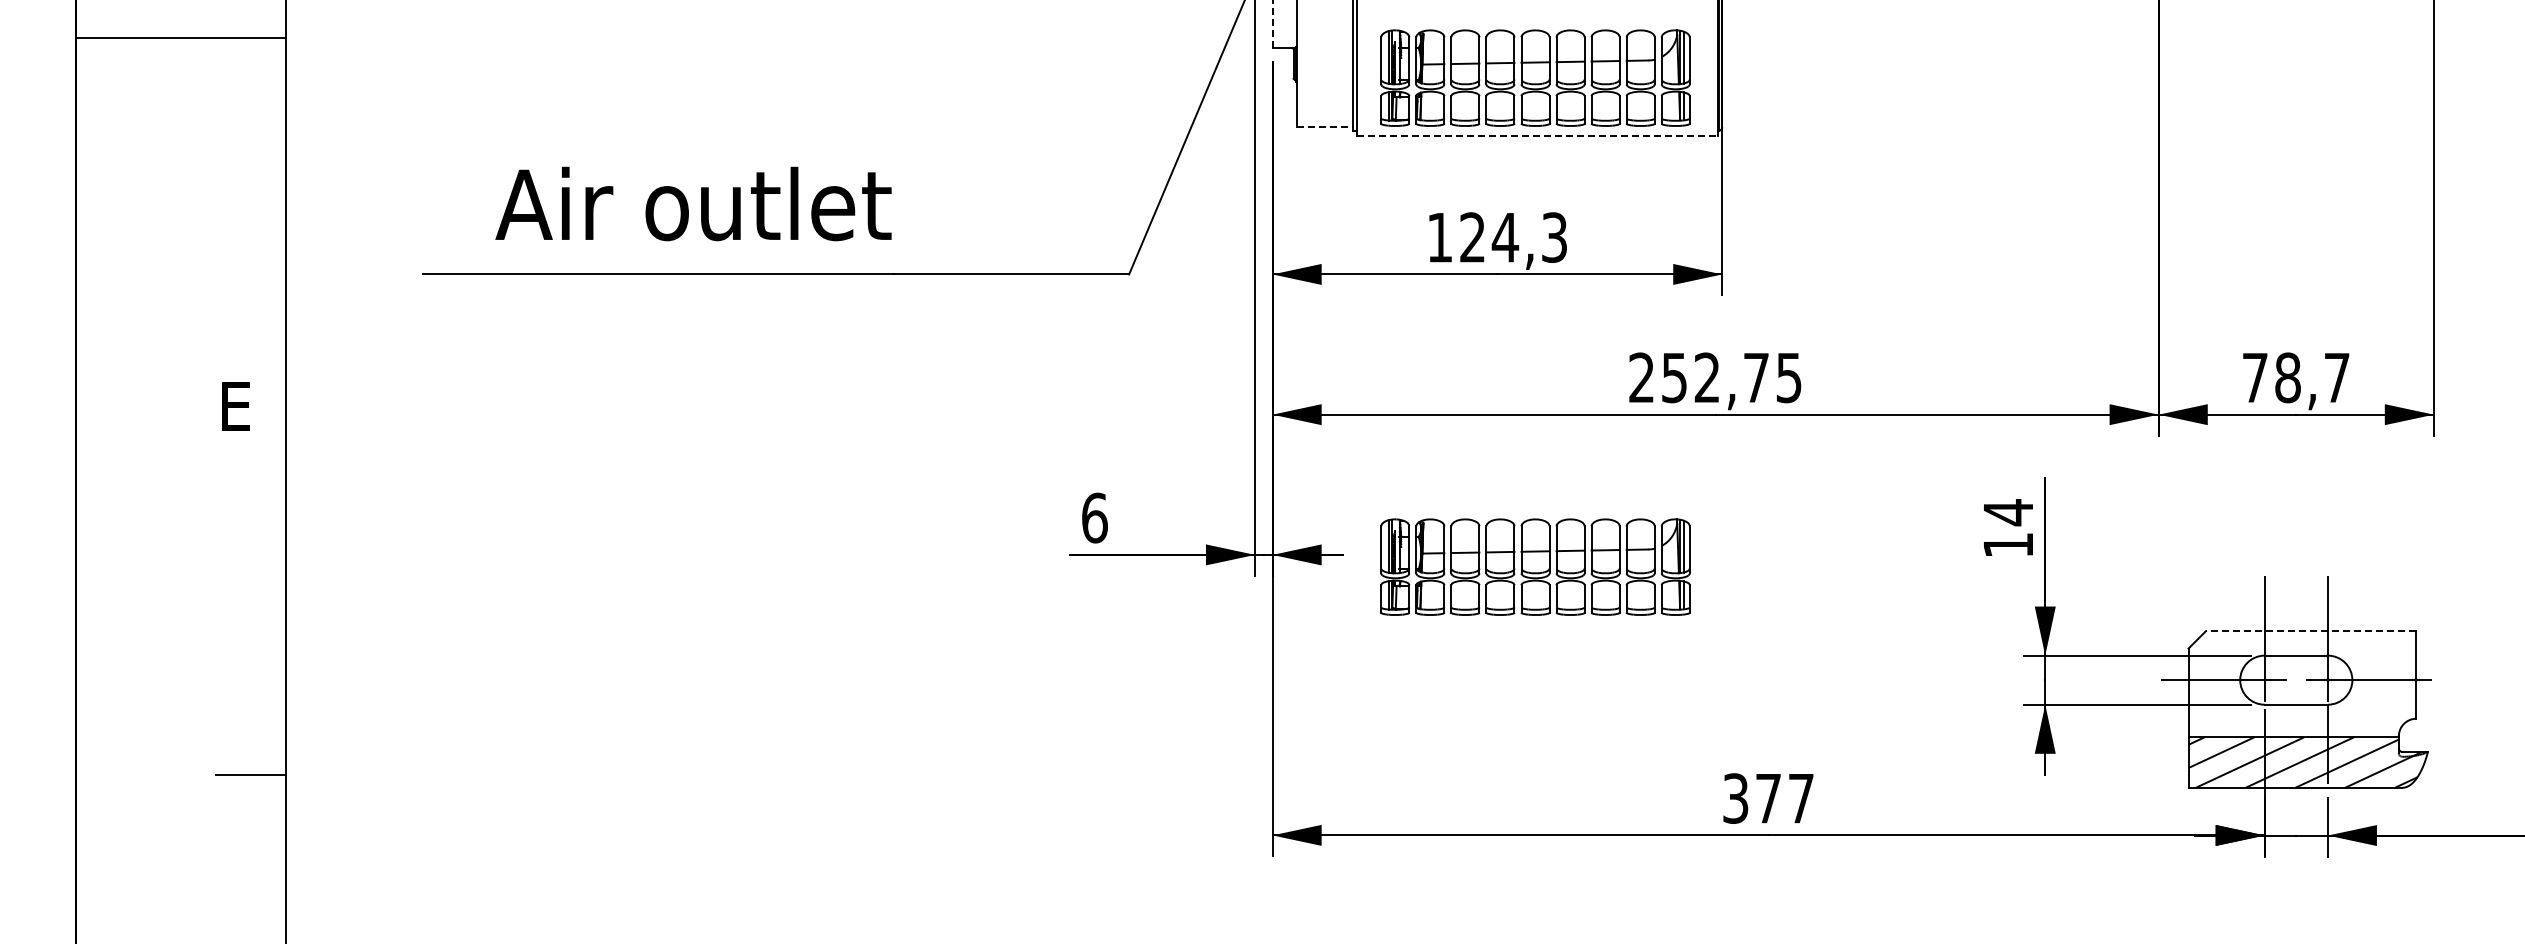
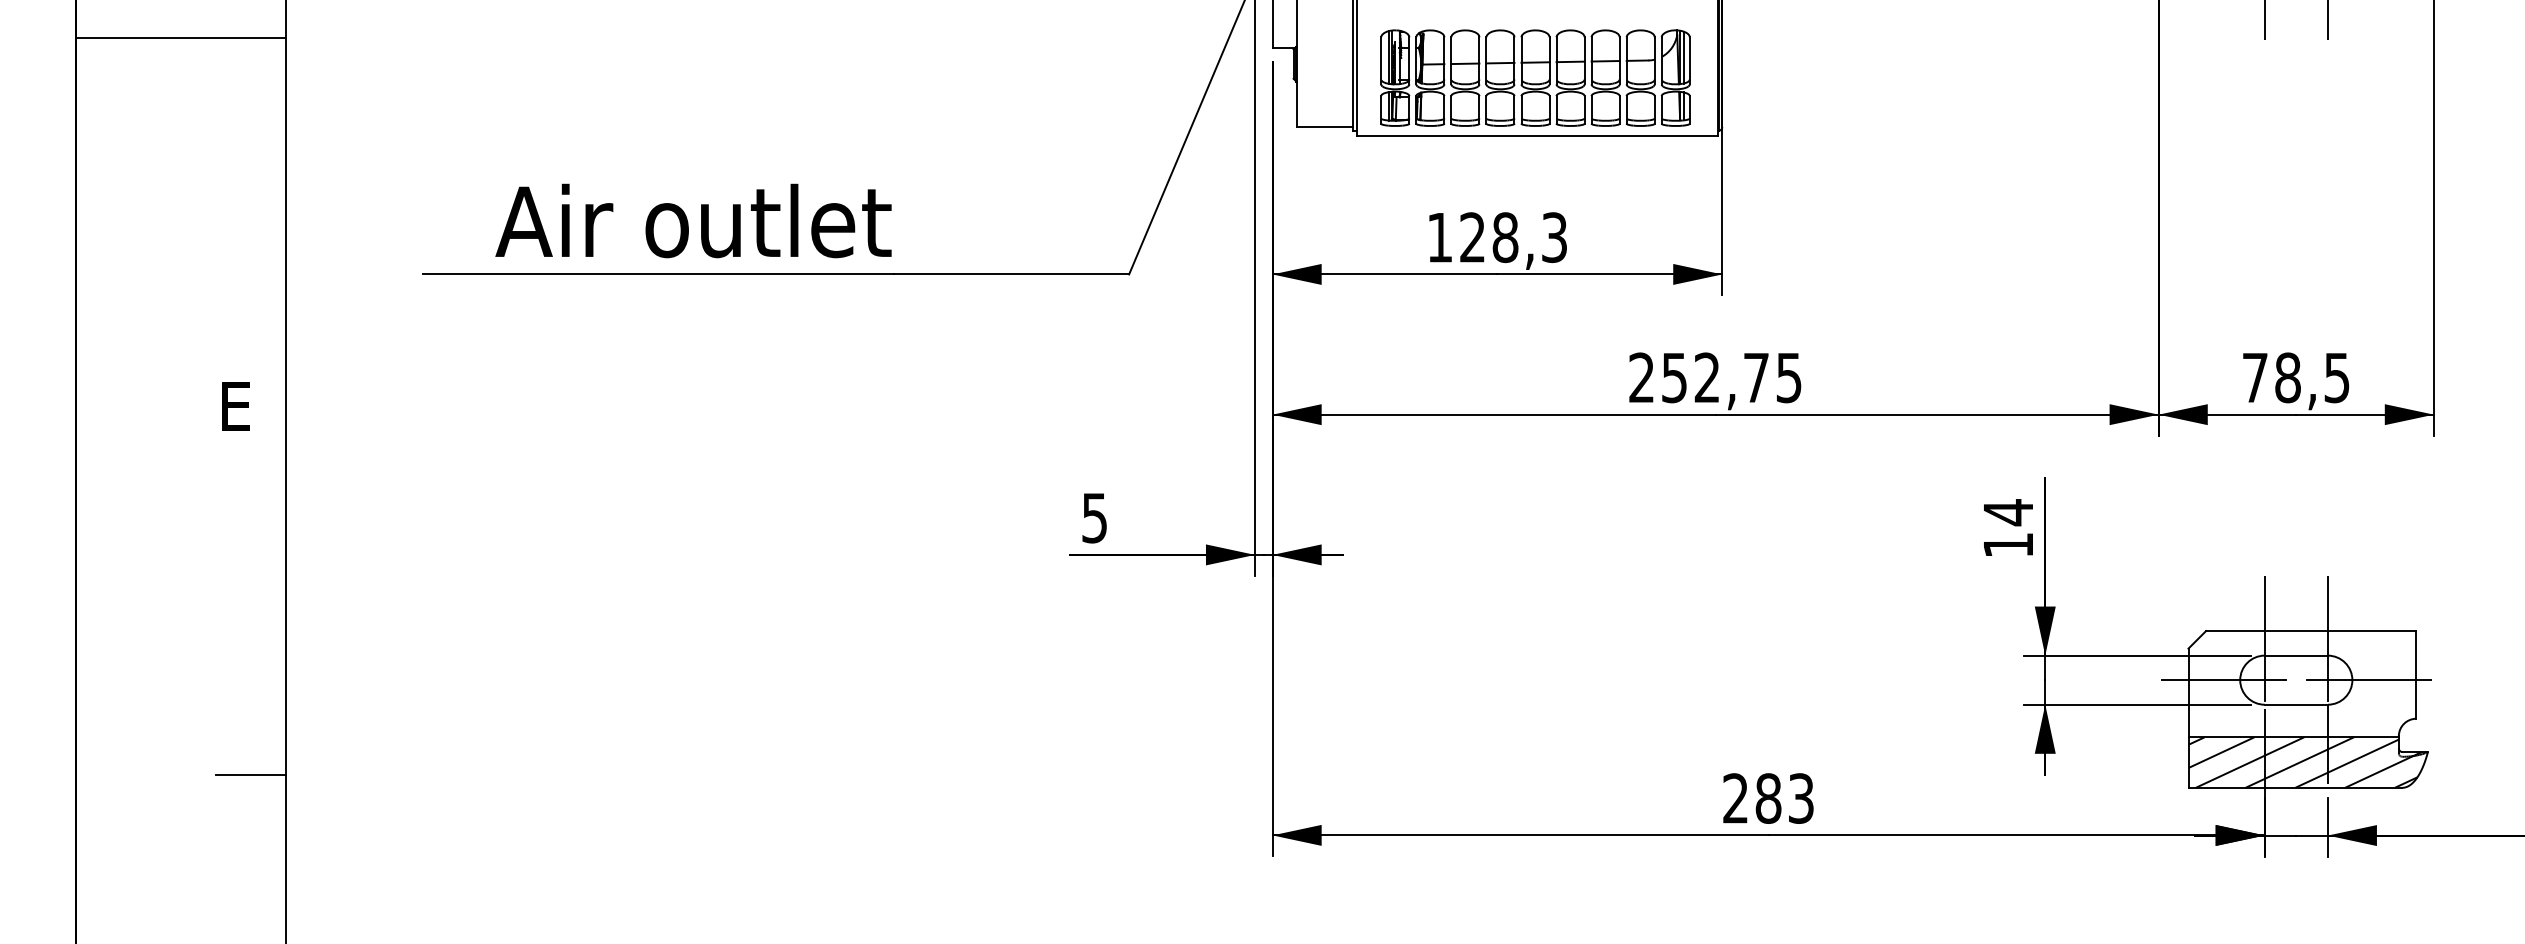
line at (2264, 20): none -> present
line at (2327, 20): none -> present
line at (1272, 24): dashed -> solid
line at (1325, 127): dashed -> solid
line at (1537, 135): dashed -> solid
text at (693, 203) position: (693, 203) -> (693, 220)
text at (1505, 237): 124,3 -> 128,3
text at (2336, 378): 78,7 -> 78,5
text at (1094, 517): 6 -> 5
part at (1535, 566): present -> none
line at (2310, 631): dashed -> solid
text at (1768, 798): 377 -> 283
